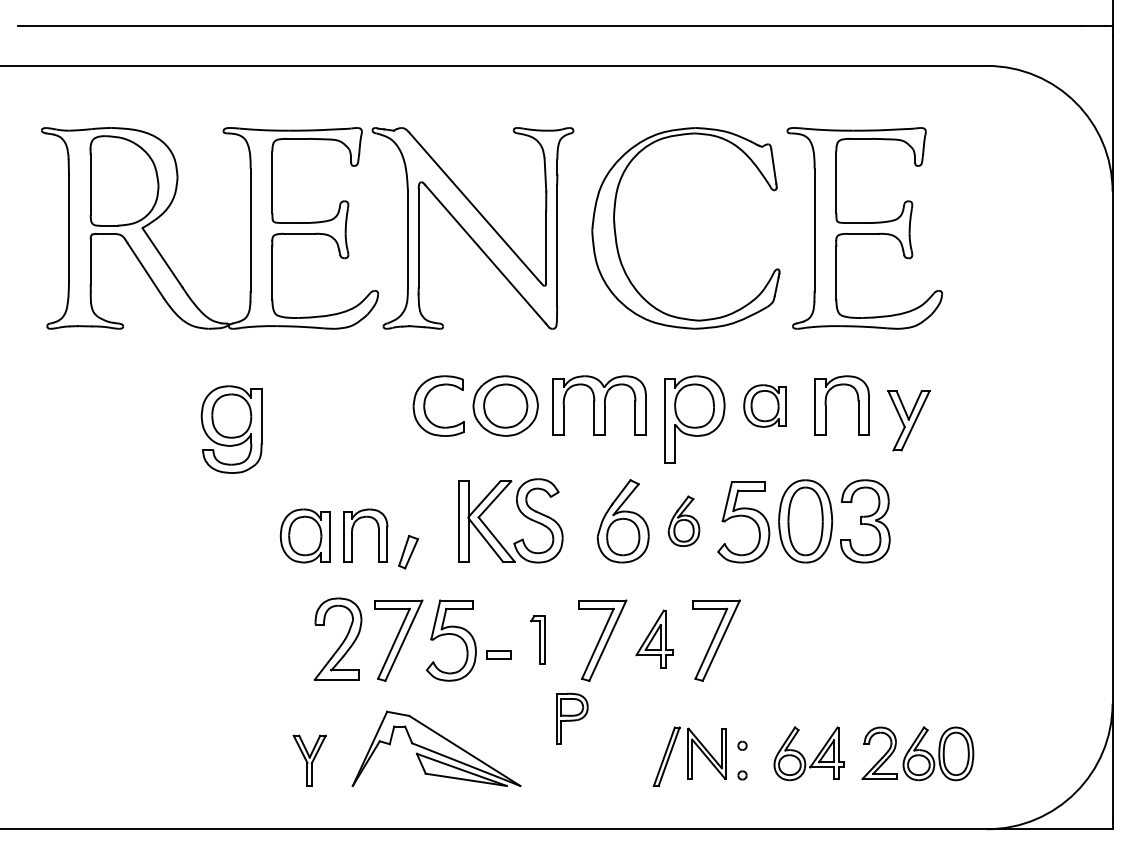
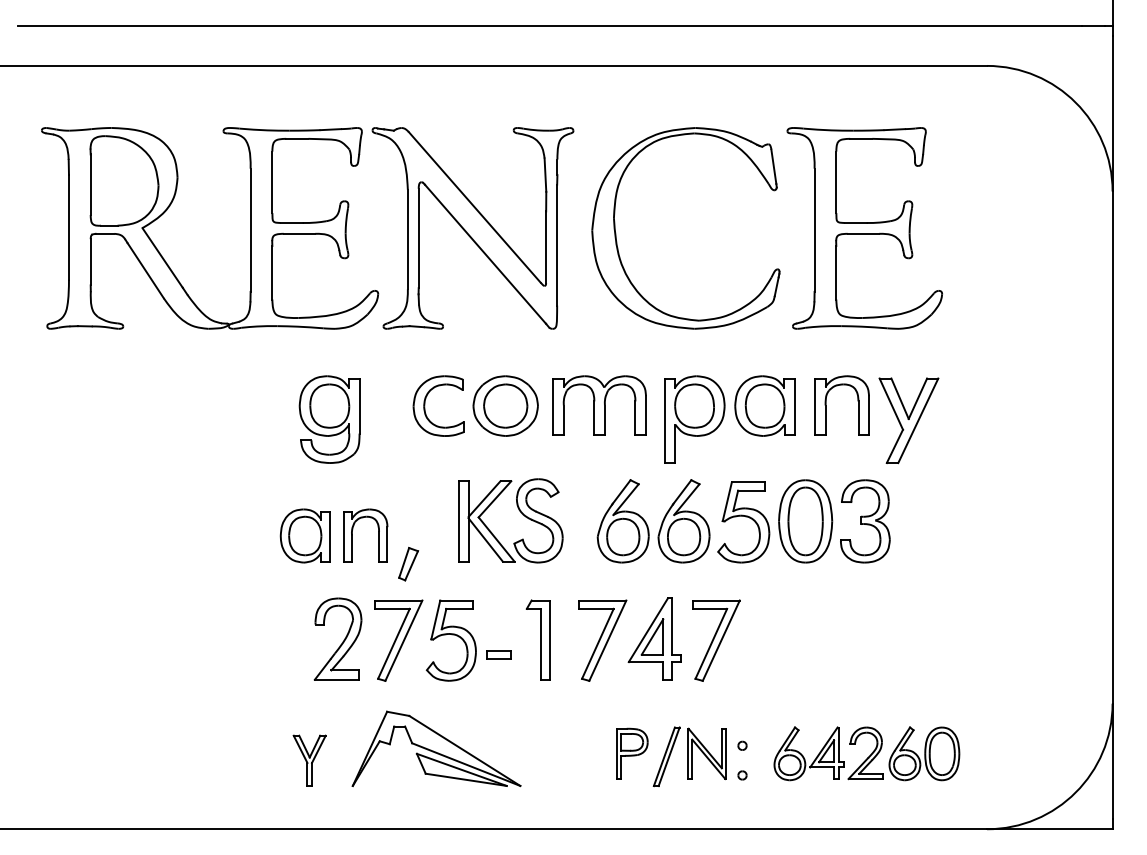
part at (764, 405) size: 44x44 px -> 62x62 px
part at (908, 420) size: 44x62 px -> 62x88 px
part at (231, 429) position: (231, 429) -> (329, 419)
part at (683, 520) size: 34x52 px -> 54x85 px
part at (408, 551) position: (408, 551) -> (408, 563)
part at (654, 638) size: 39x60 px -> 55x84 px
part at (537, 639) size: 16x50 px -> 26x82 px
part at (572, 718) position: (572, 718) -> (632, 753)
part at (917, 753) position: (917, 753) -> (903, 753)
